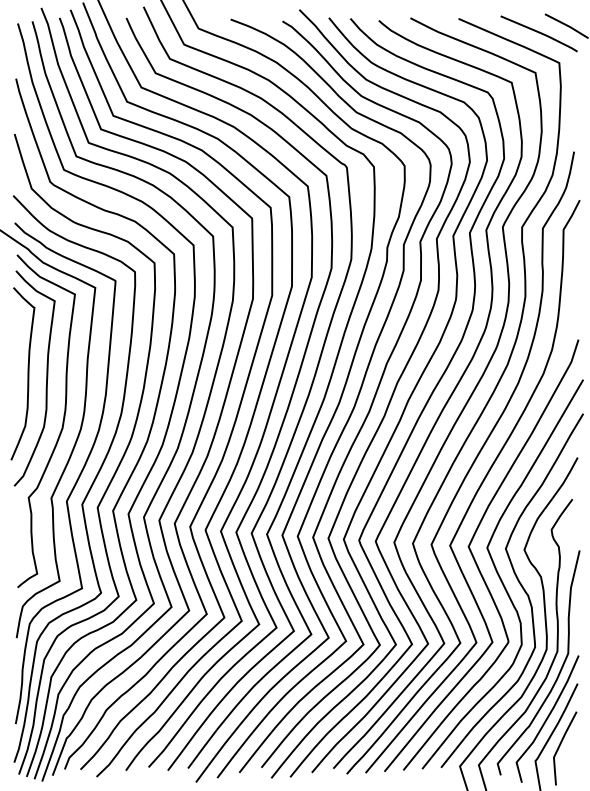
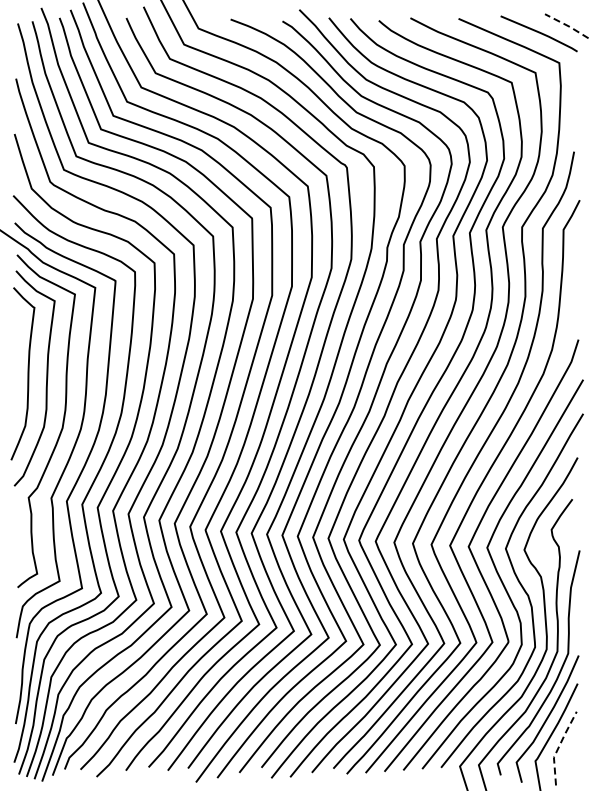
line at (567, 25): solid -> dashed
line at (558, 746): solid -> dashed
